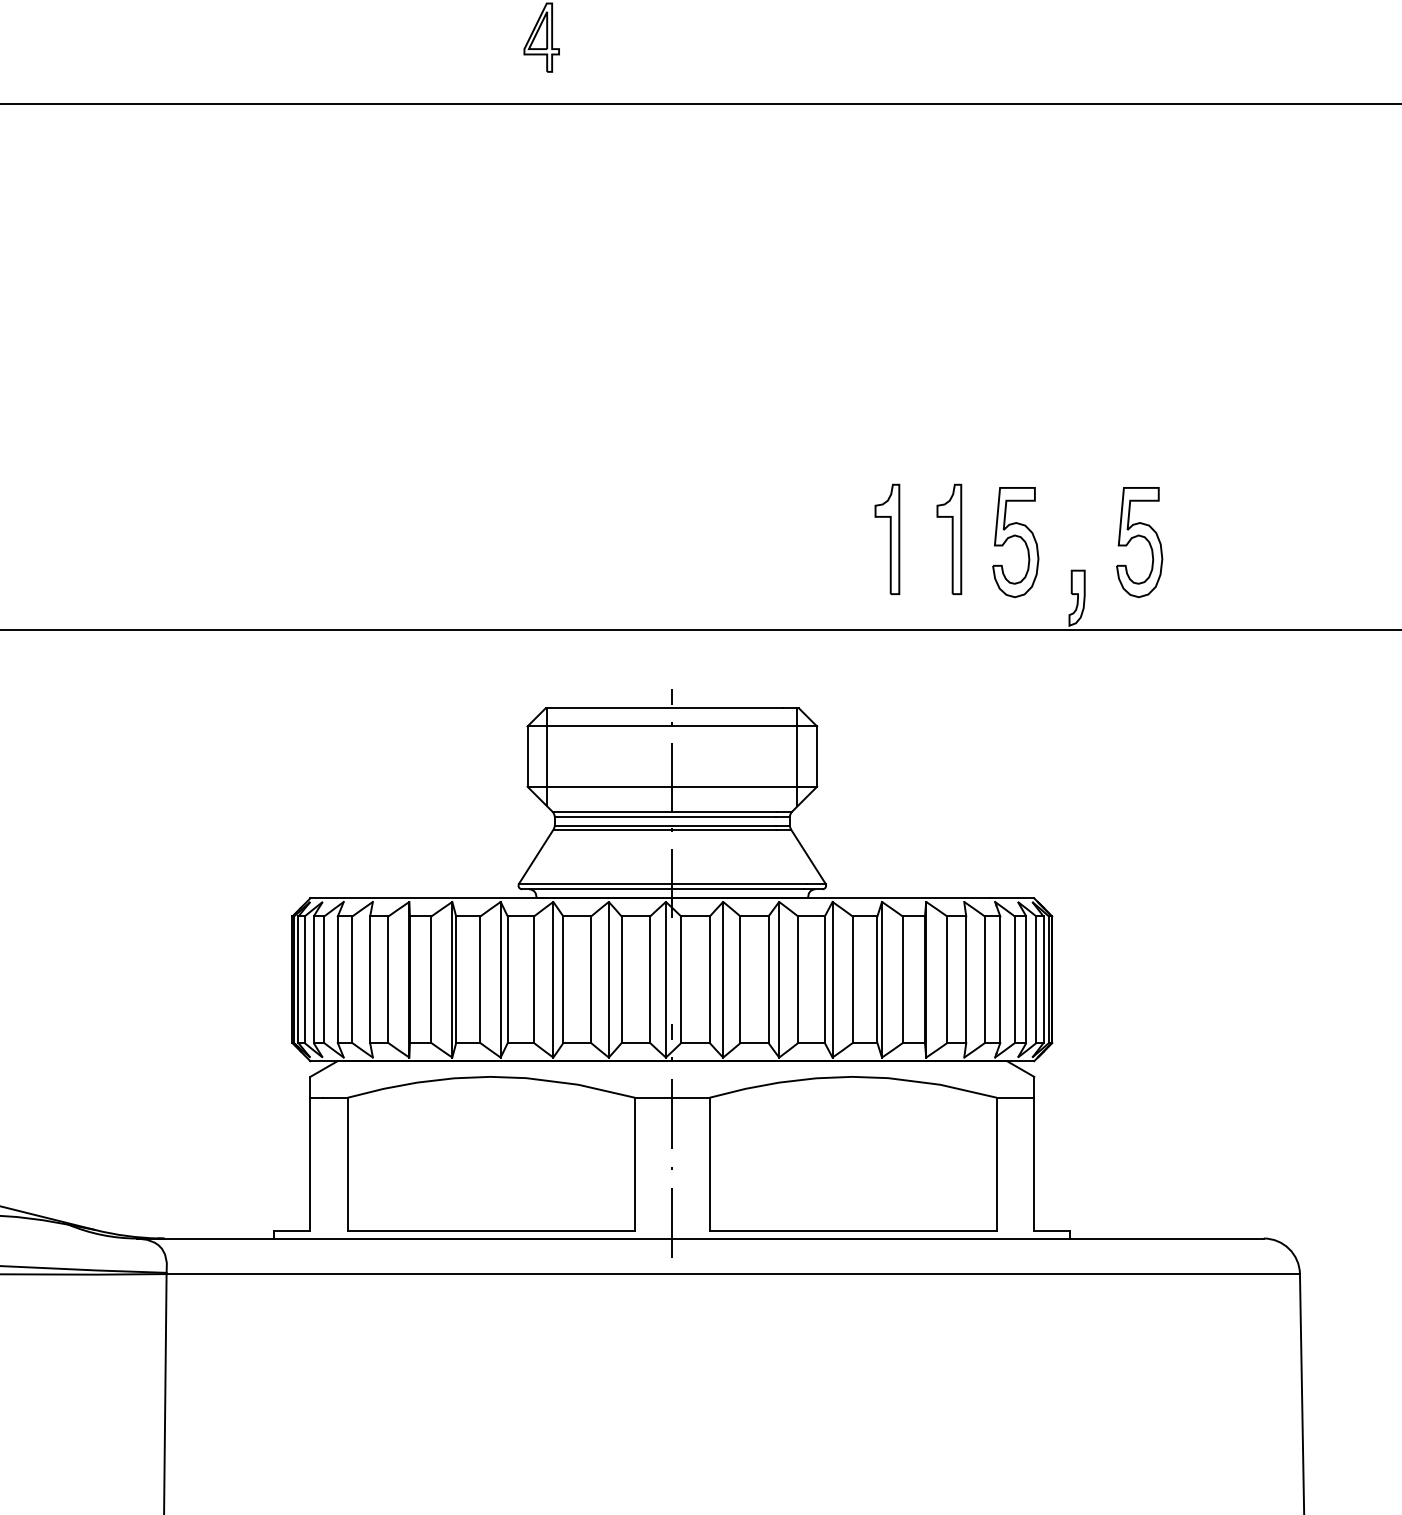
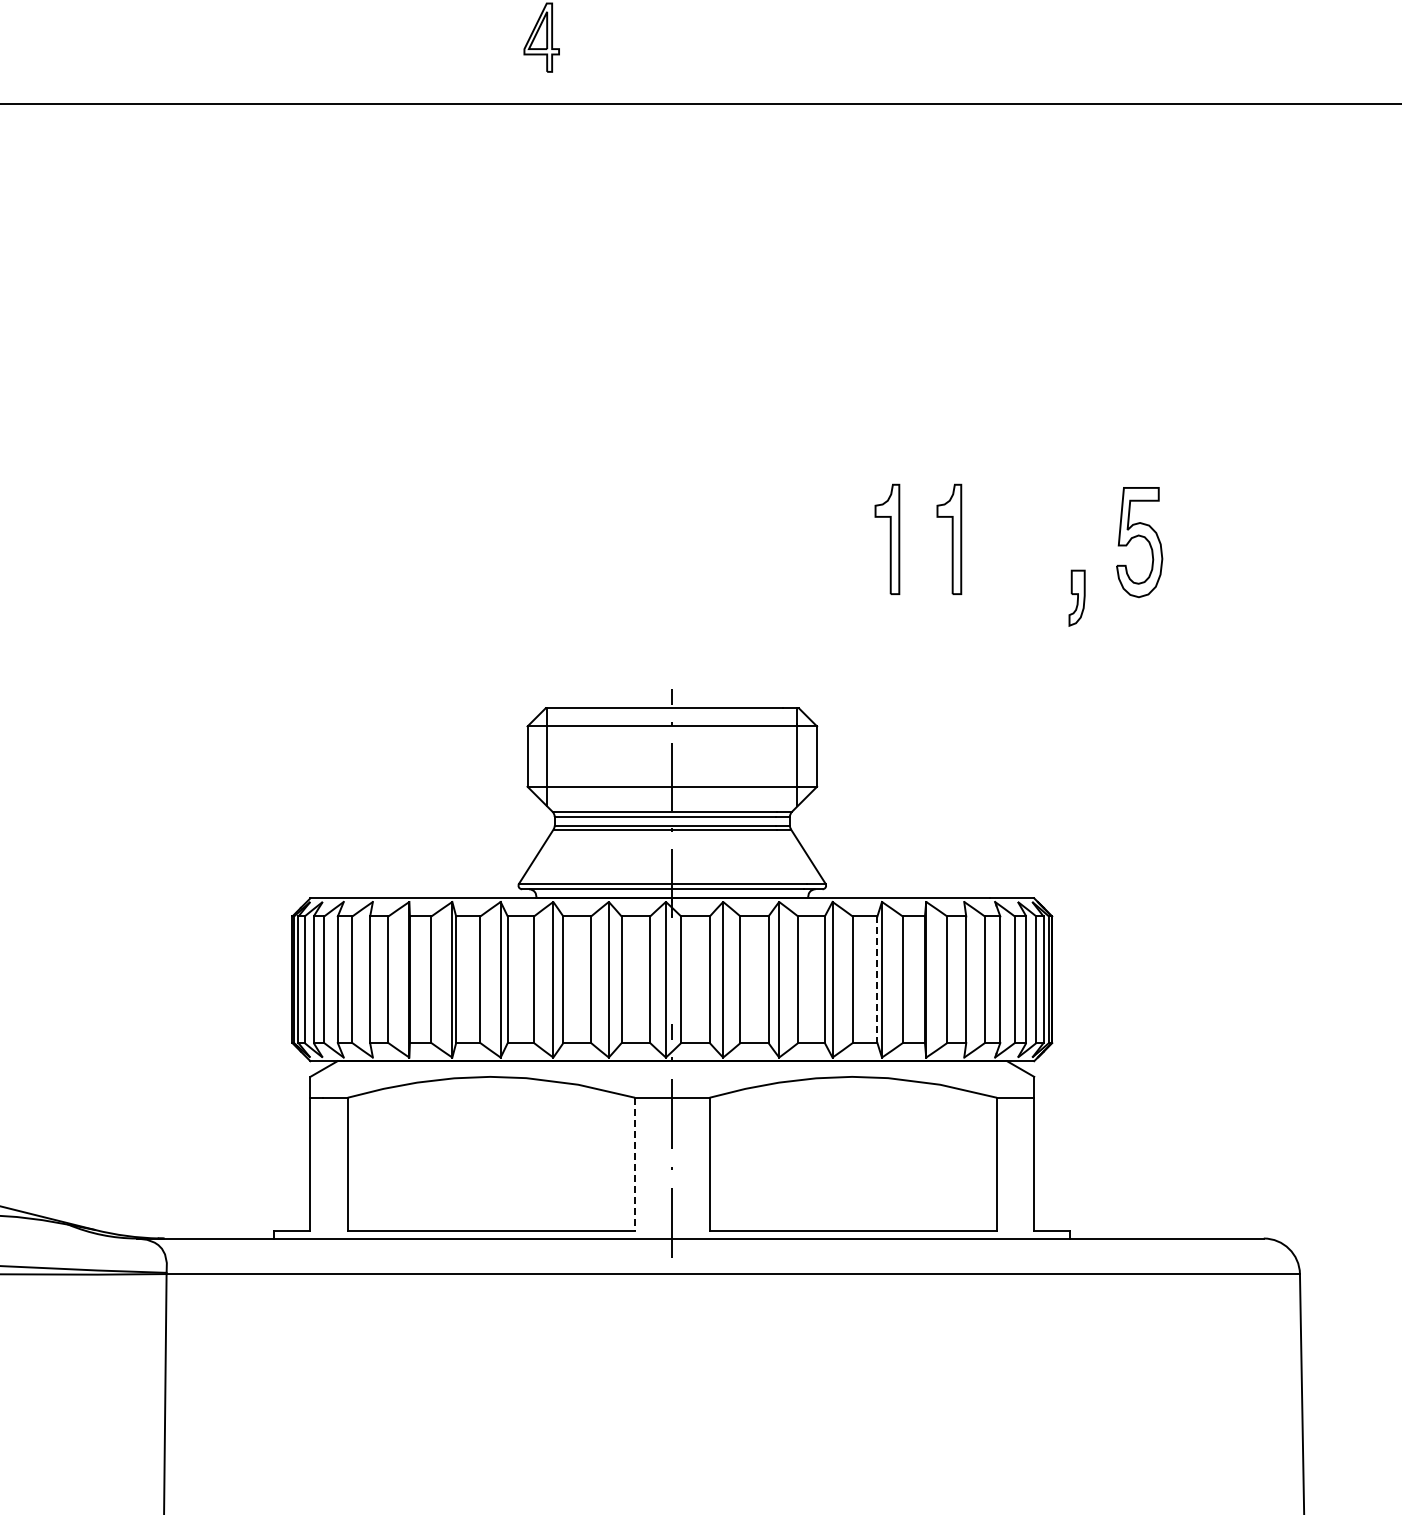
part at (1015, 542): present -> none
line at (700, 630): present -> none
line at (877, 980): solid -> dashed
line at (635, 1164): solid -> dashed
